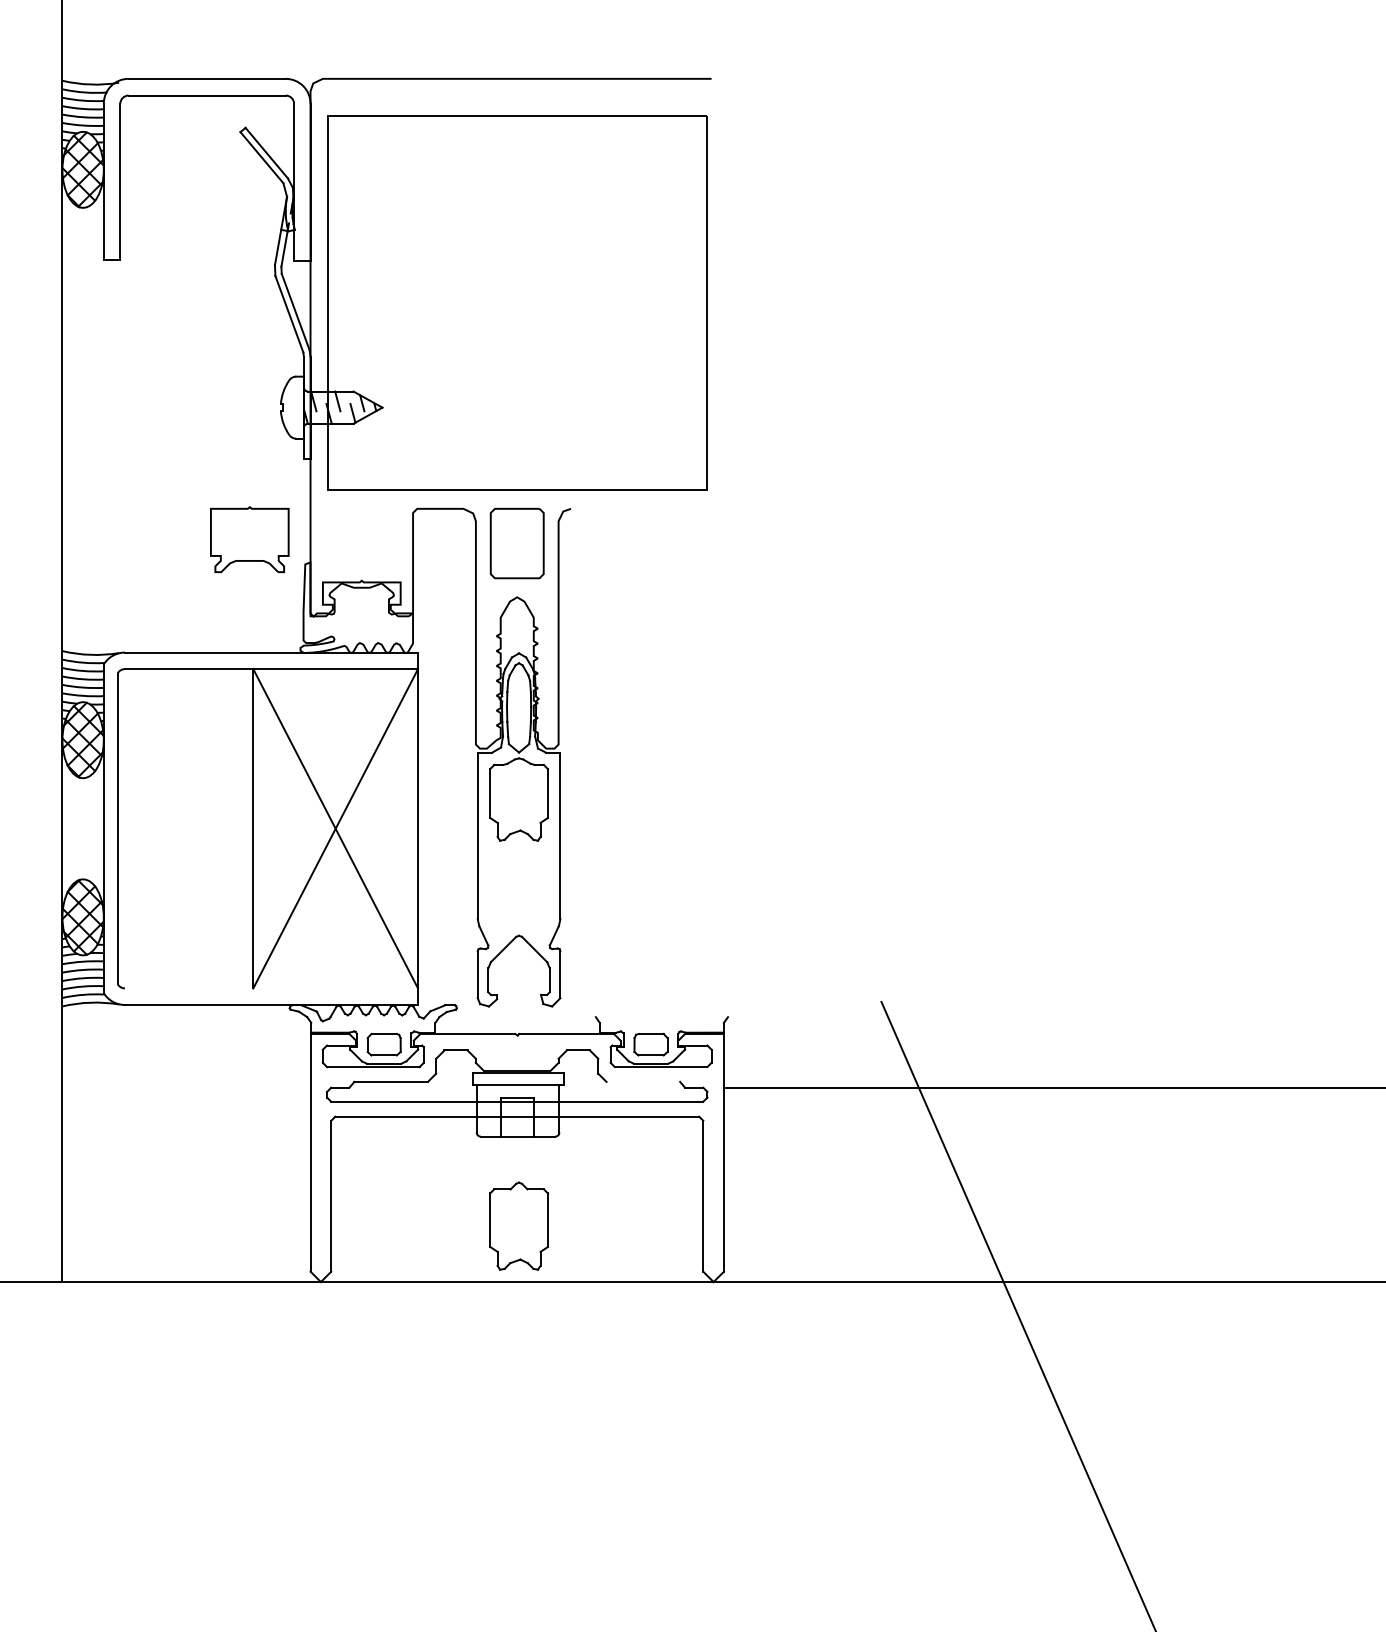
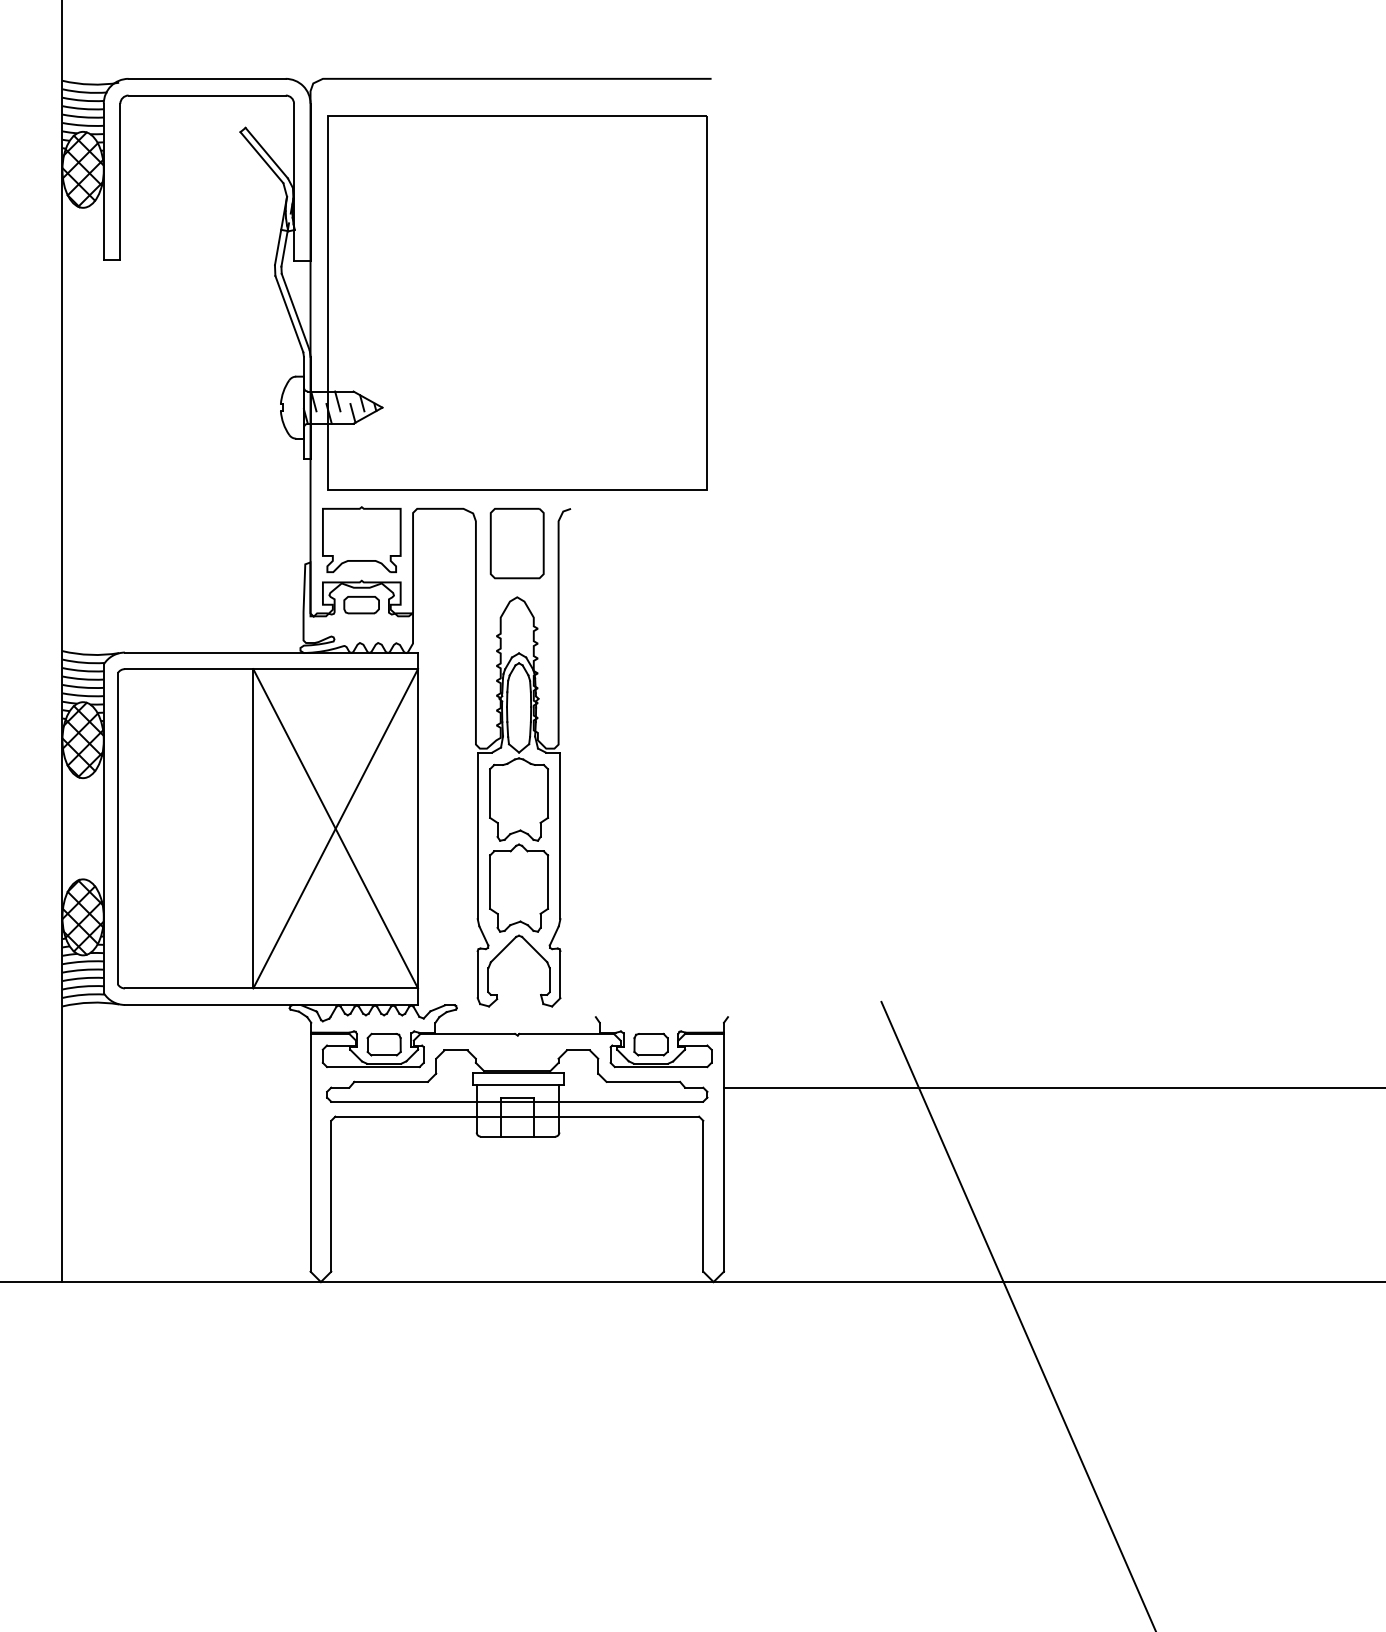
part at (249, 539) position: (249, 539) -> (361, 539)
part at (361, 605): none -> present
line at (271, 988): none -> present
line at (643, 1081): none -> present
part at (519, 1225) position: (519, 1225) -> (519, 887)
